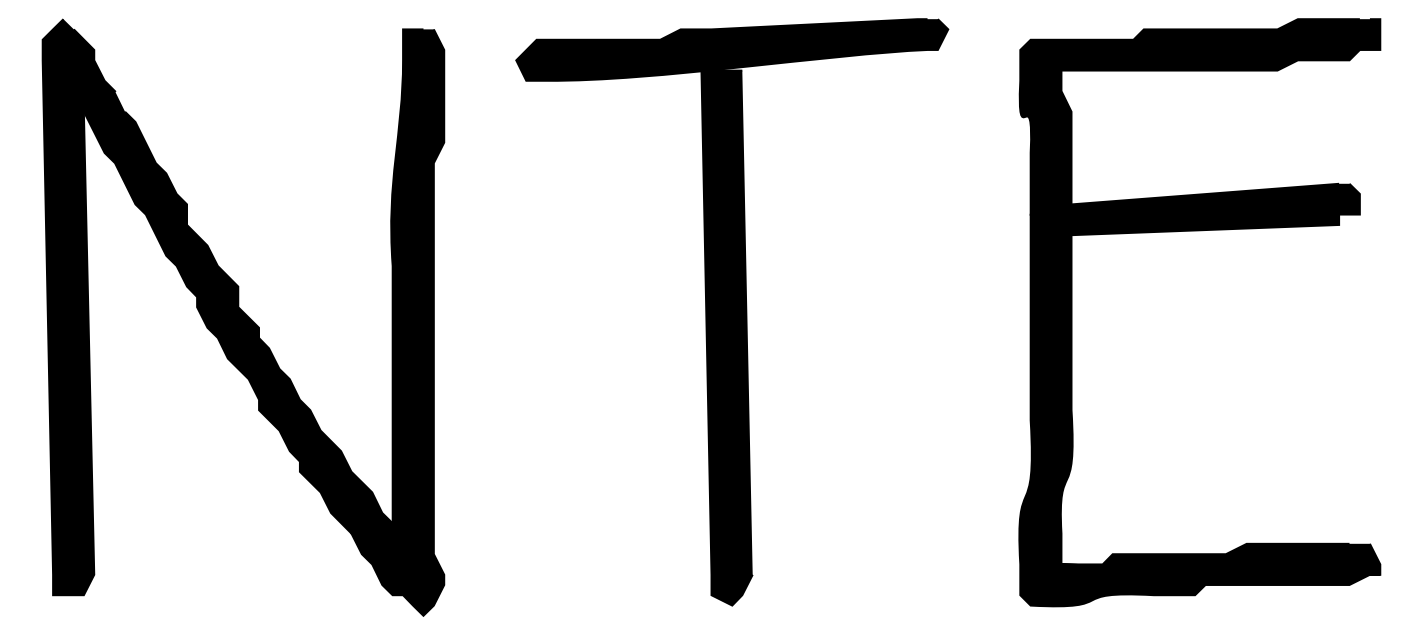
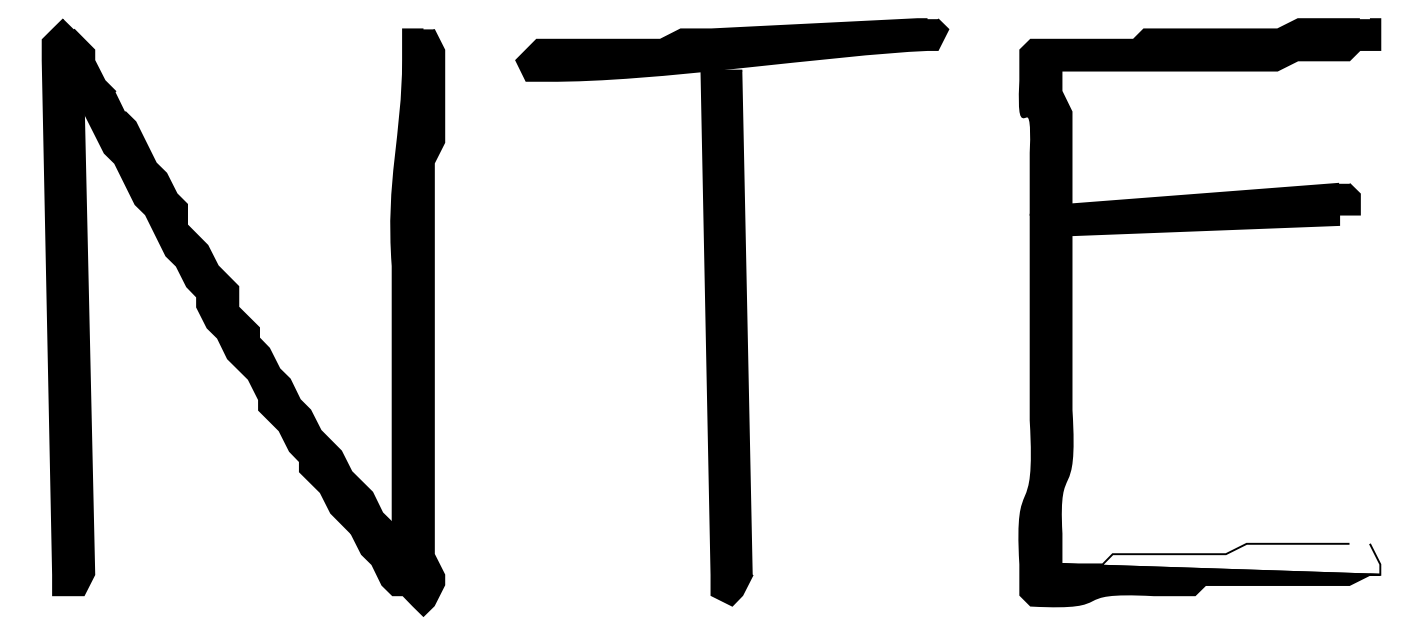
fill at (1220, 558): present -> none
